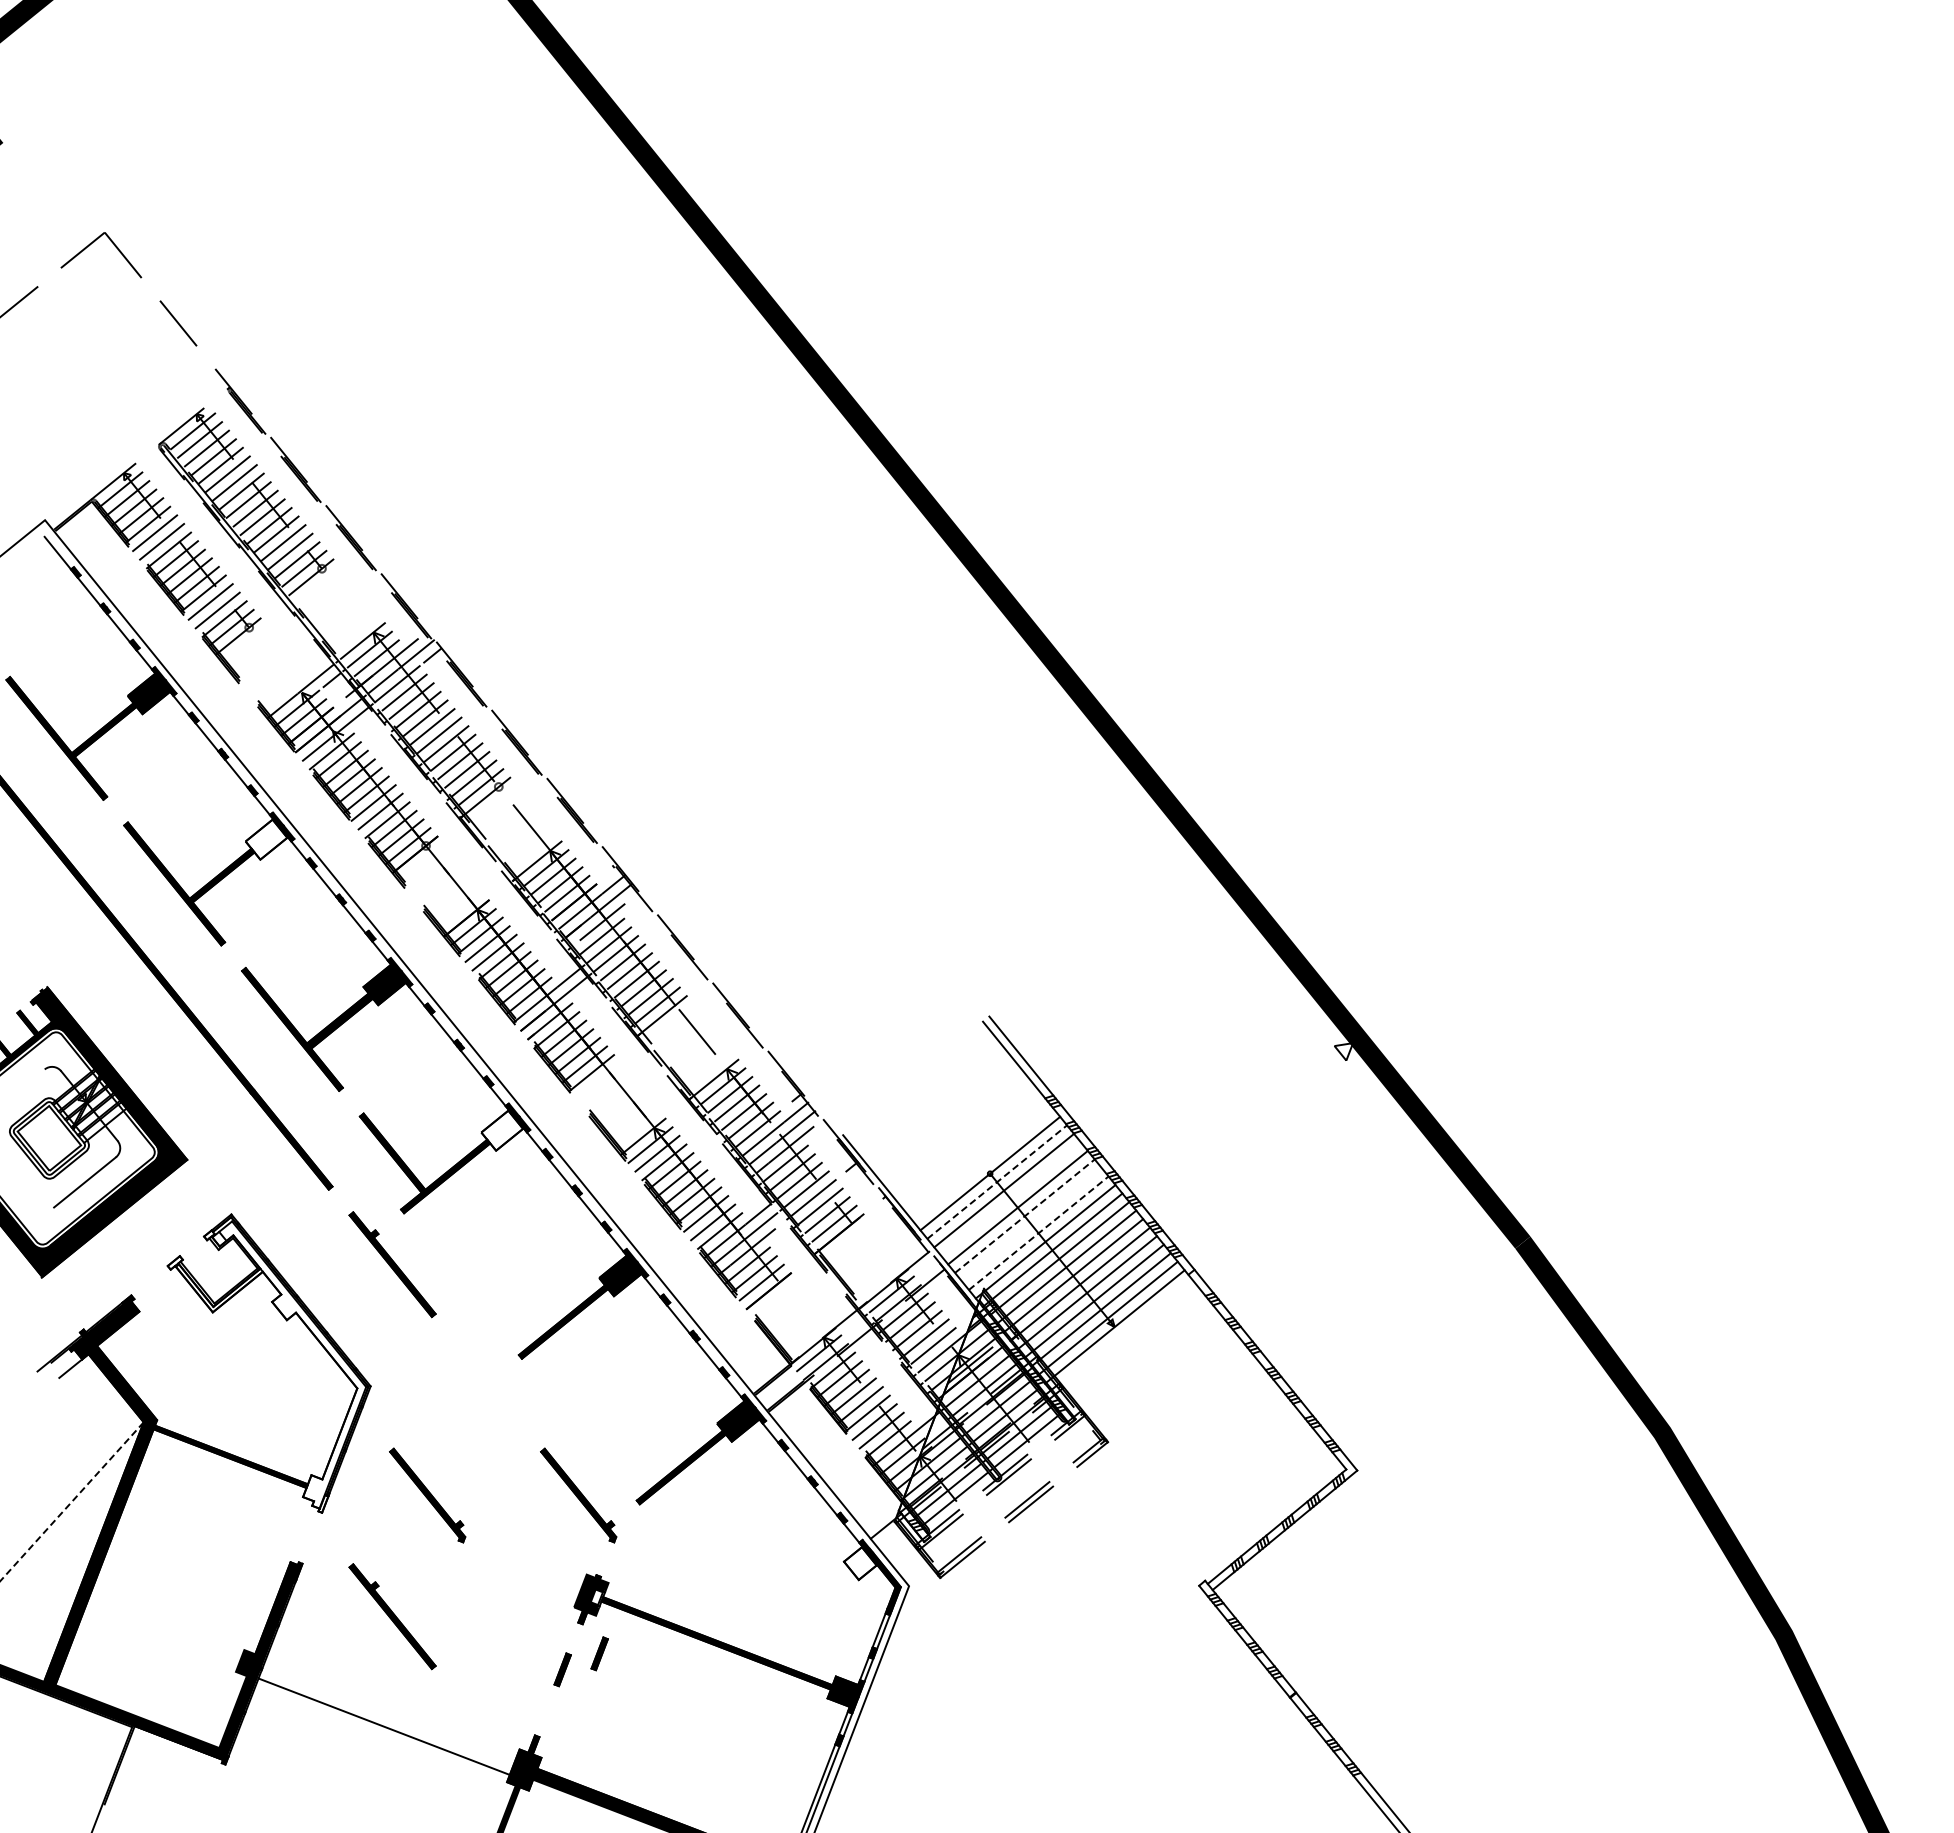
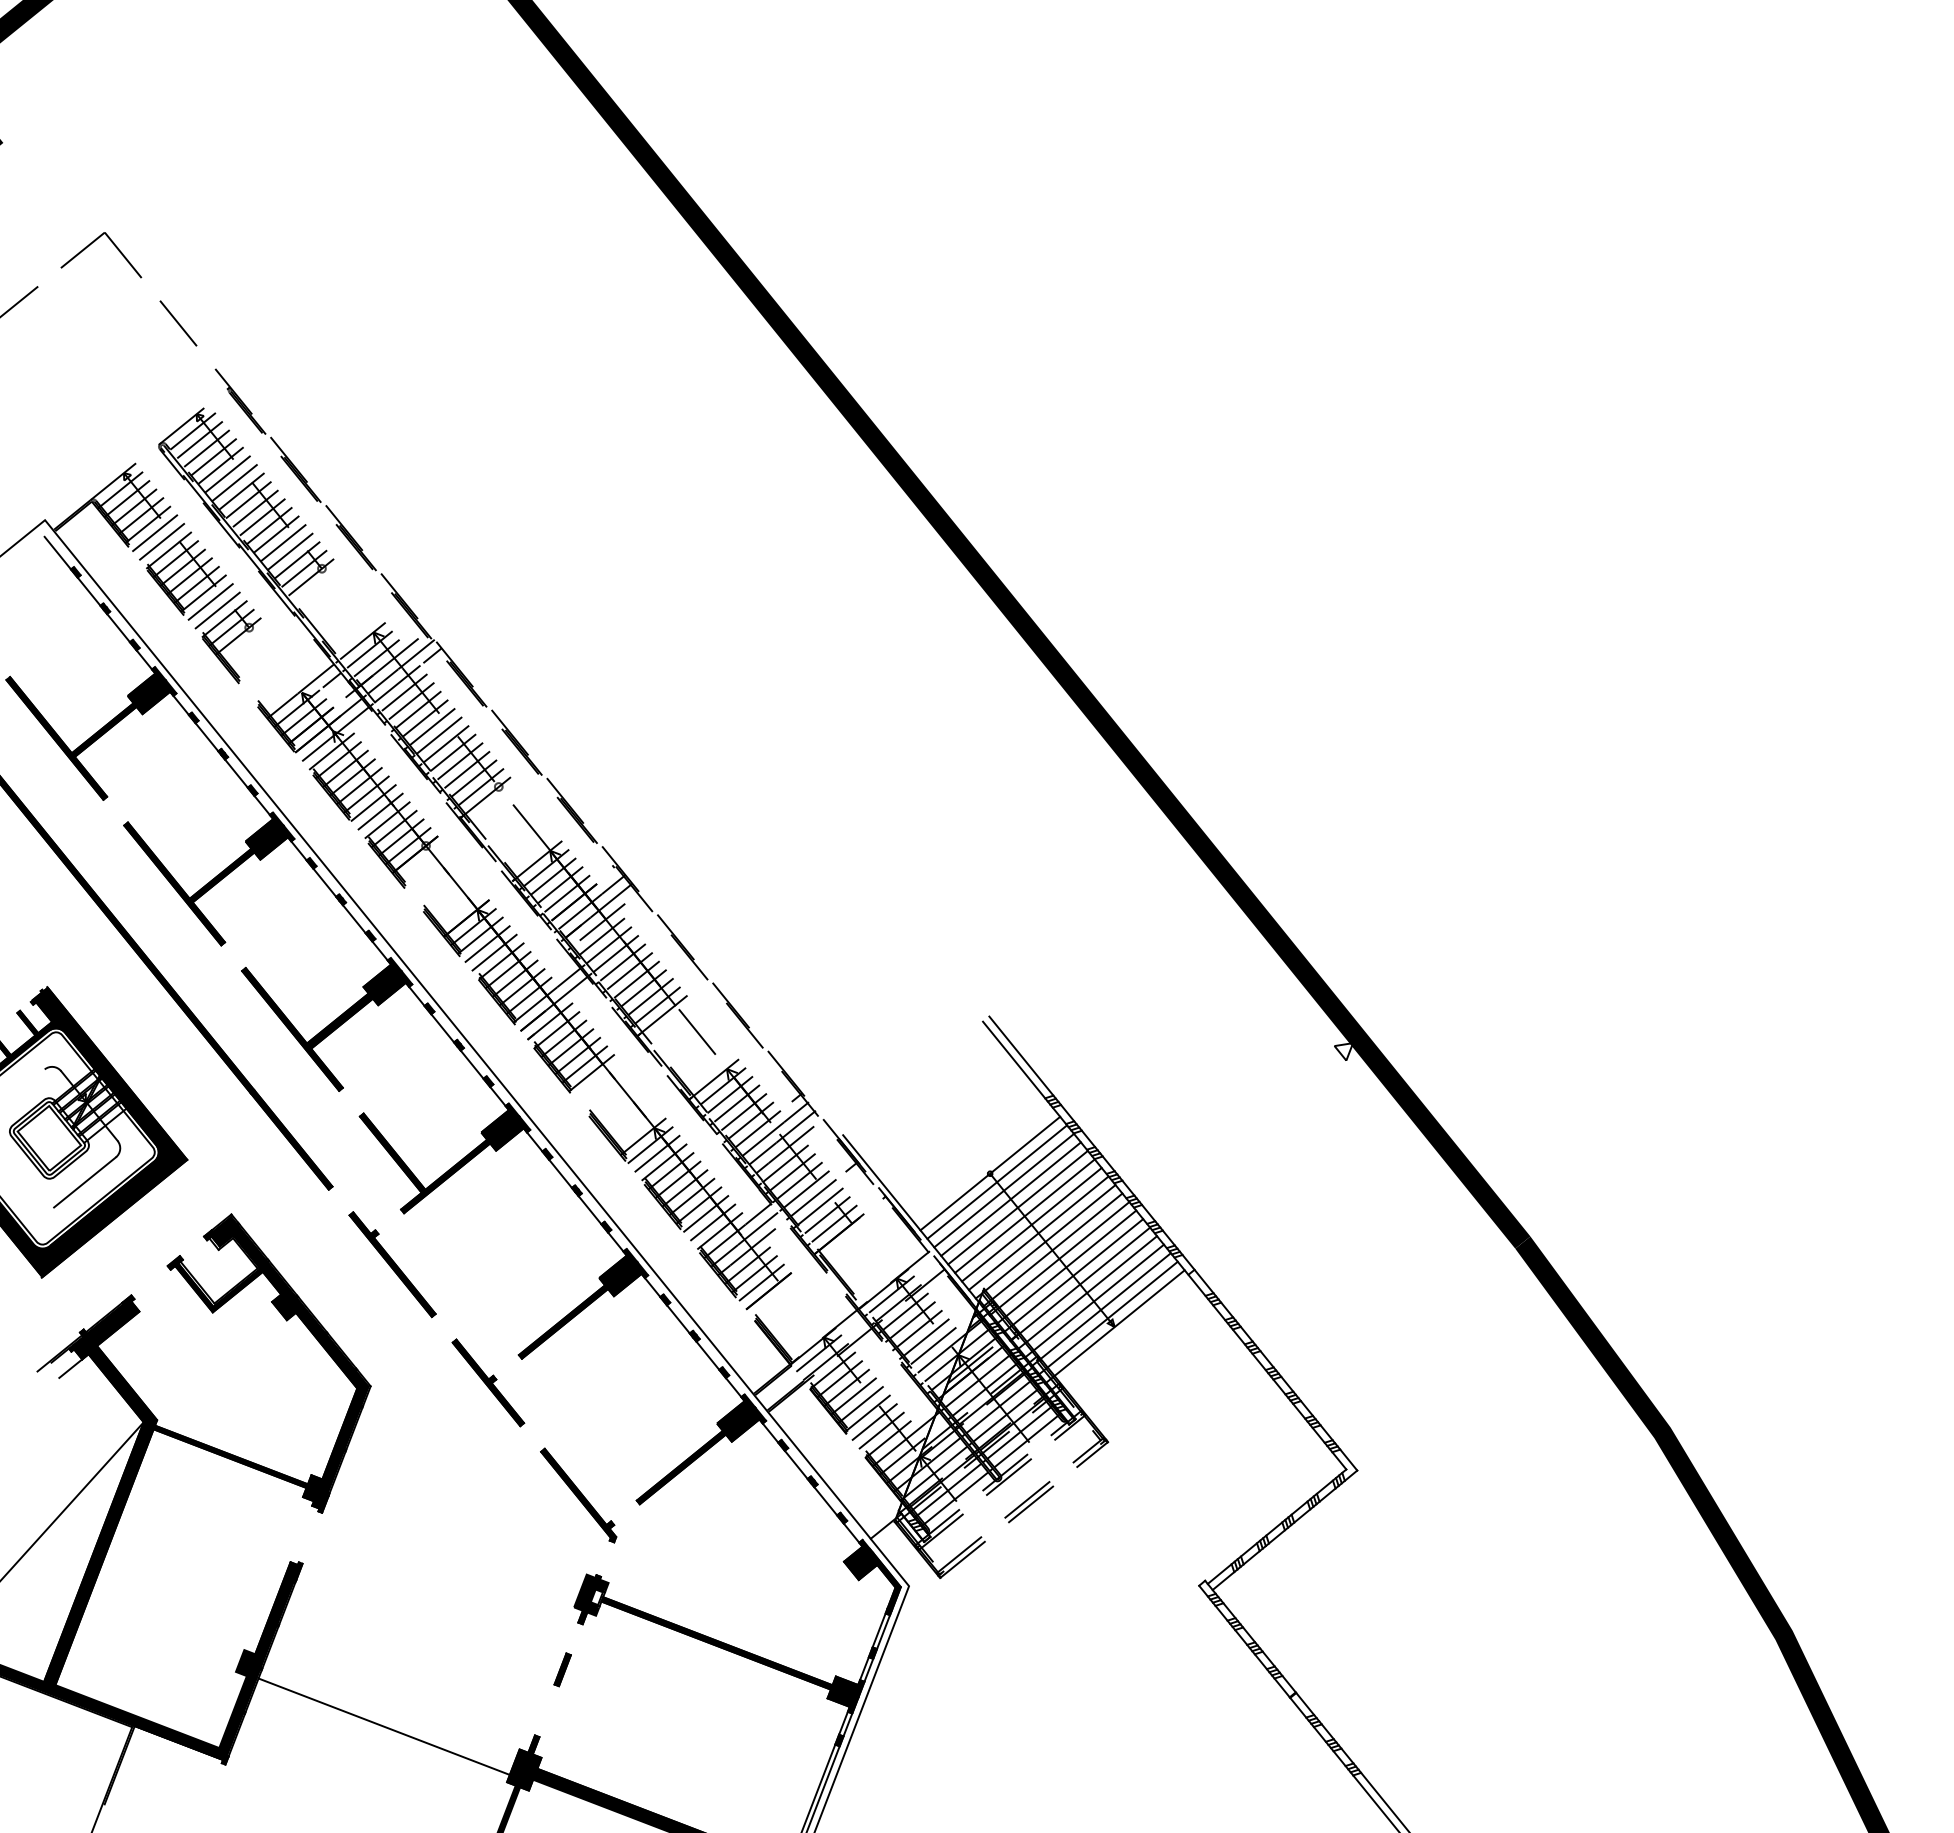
fill at (266, 839): none -> present
fill at (502, 1130): none -> present
line at (997, 1182): dashed -> solid
line at (1010, 1198): none -> present
line at (1024, 1216): dashed -> solid
line at (1031, 1224): none -> present
line at (1038, 1233): dashed -> solid
fill at (267, 1364): none -> present
part at (488, 1382): none -> present
part at (427, 1495): present -> none
line at (72, 1501): dashed -> solid
fill at (860, 1563): none -> present
part at (392, 1616): present -> none
part at (599, 1653): present -> none
